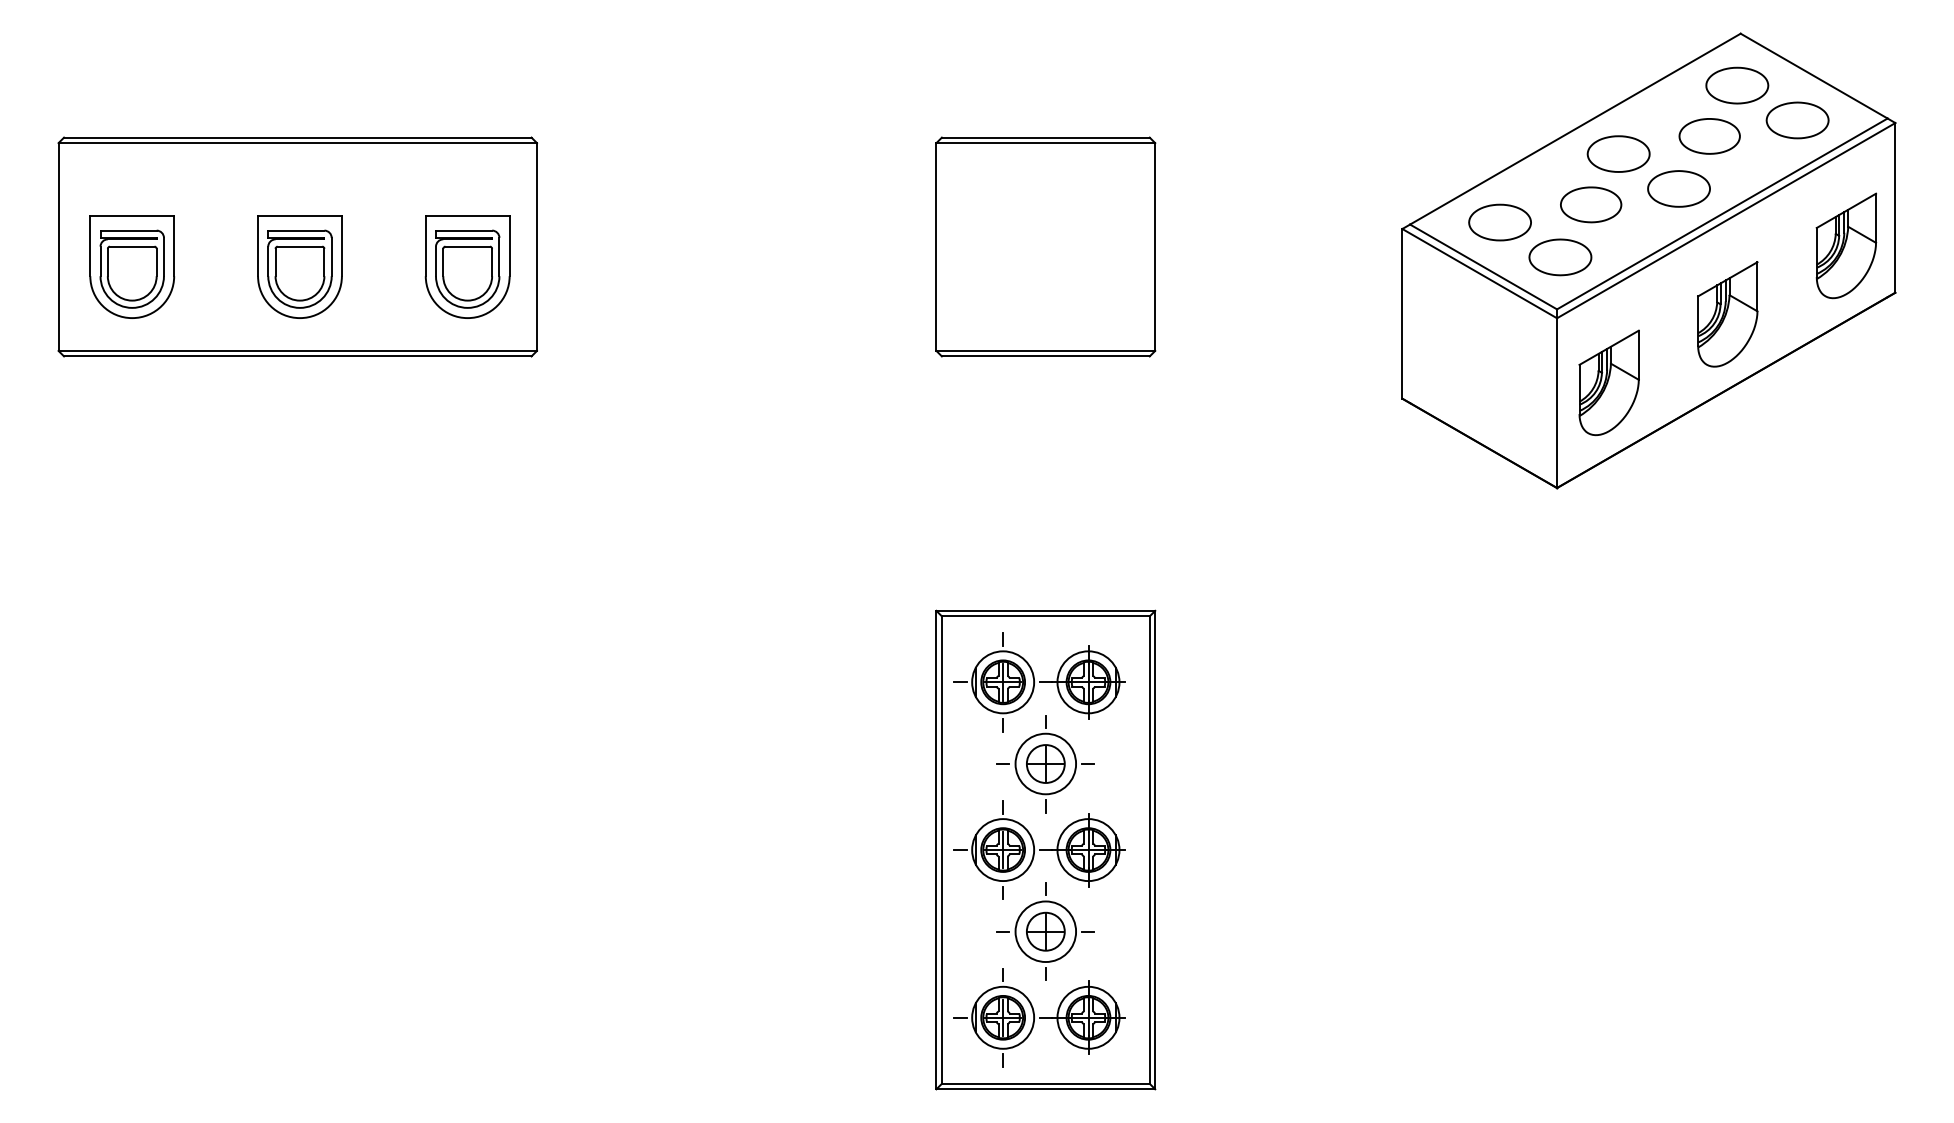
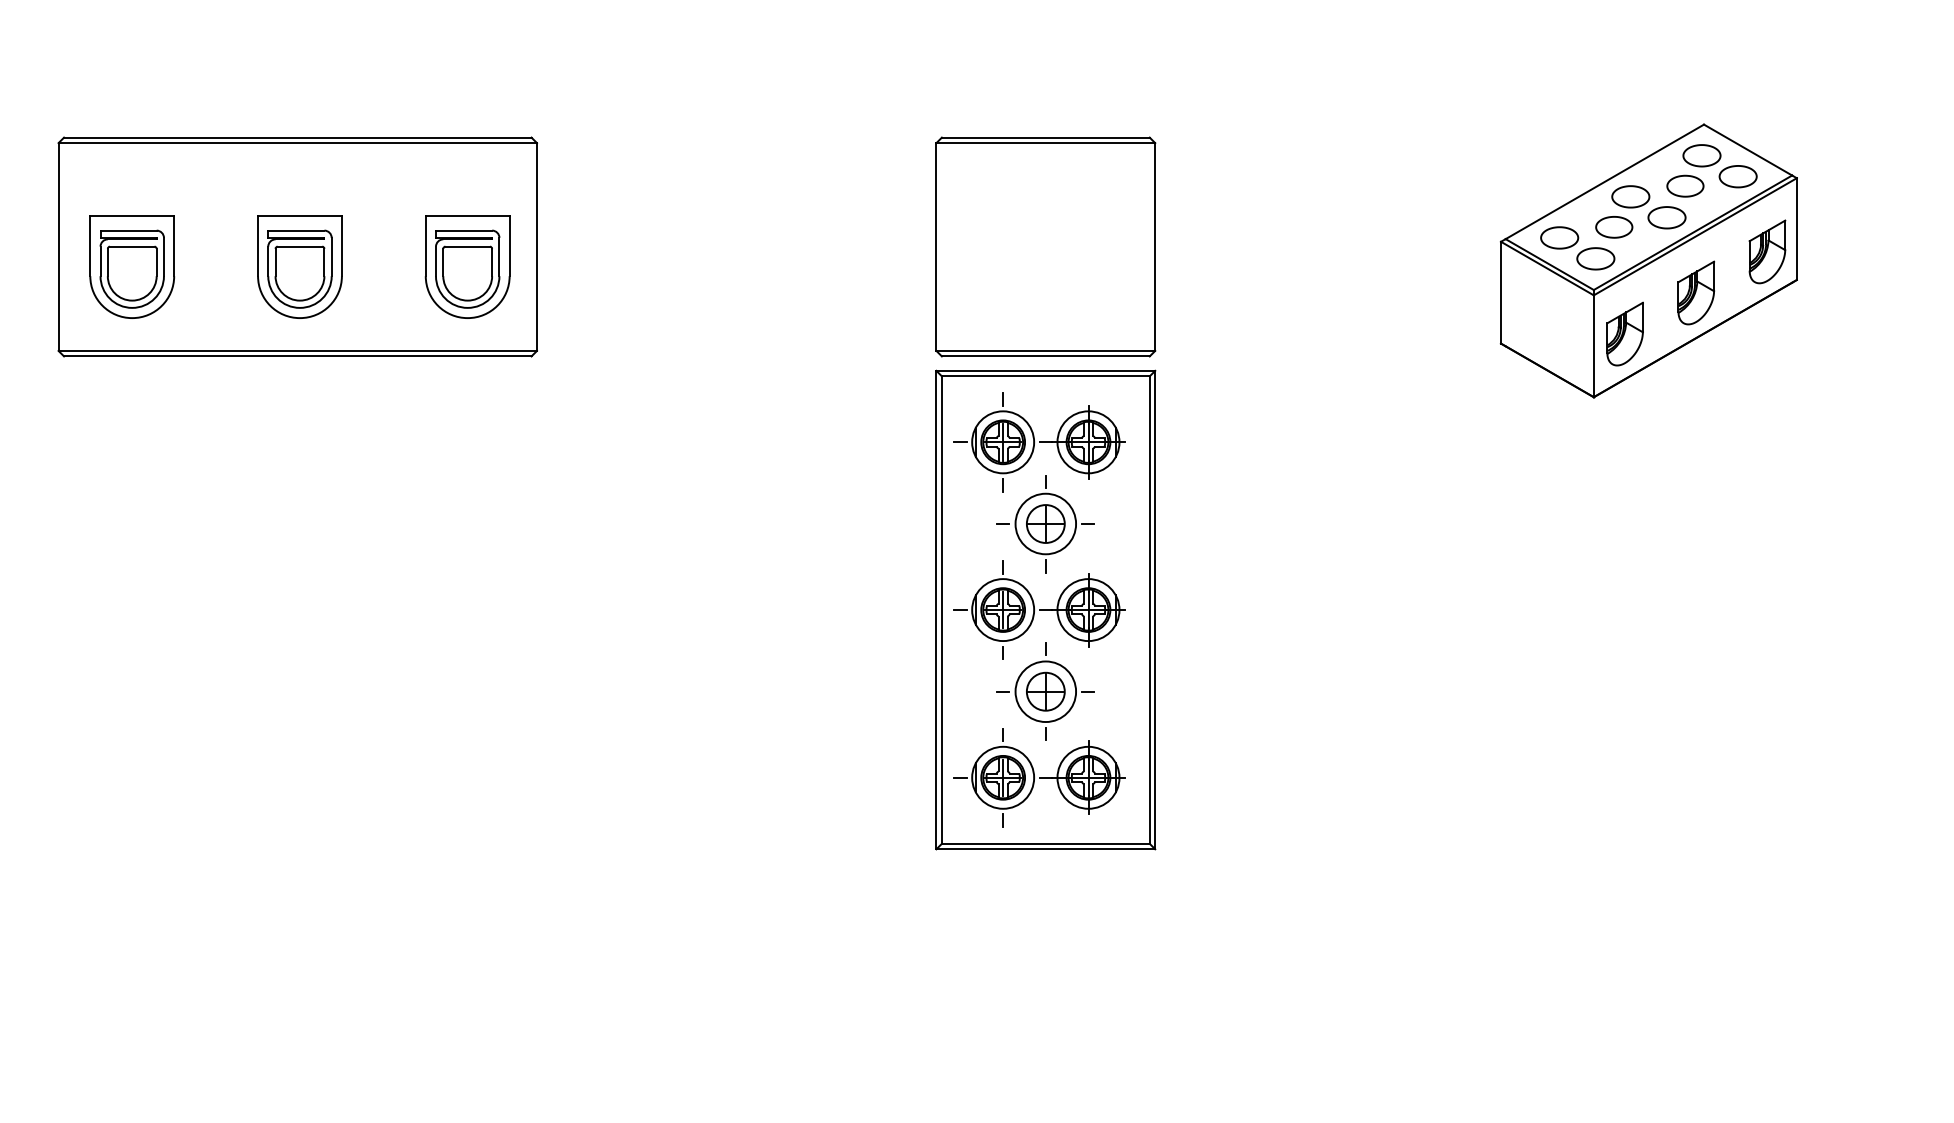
part at (1648, 260) size: 496x458 px -> 299x276 px
part at (1045, 849) position: (1045, 849) -> (1045, 609)
